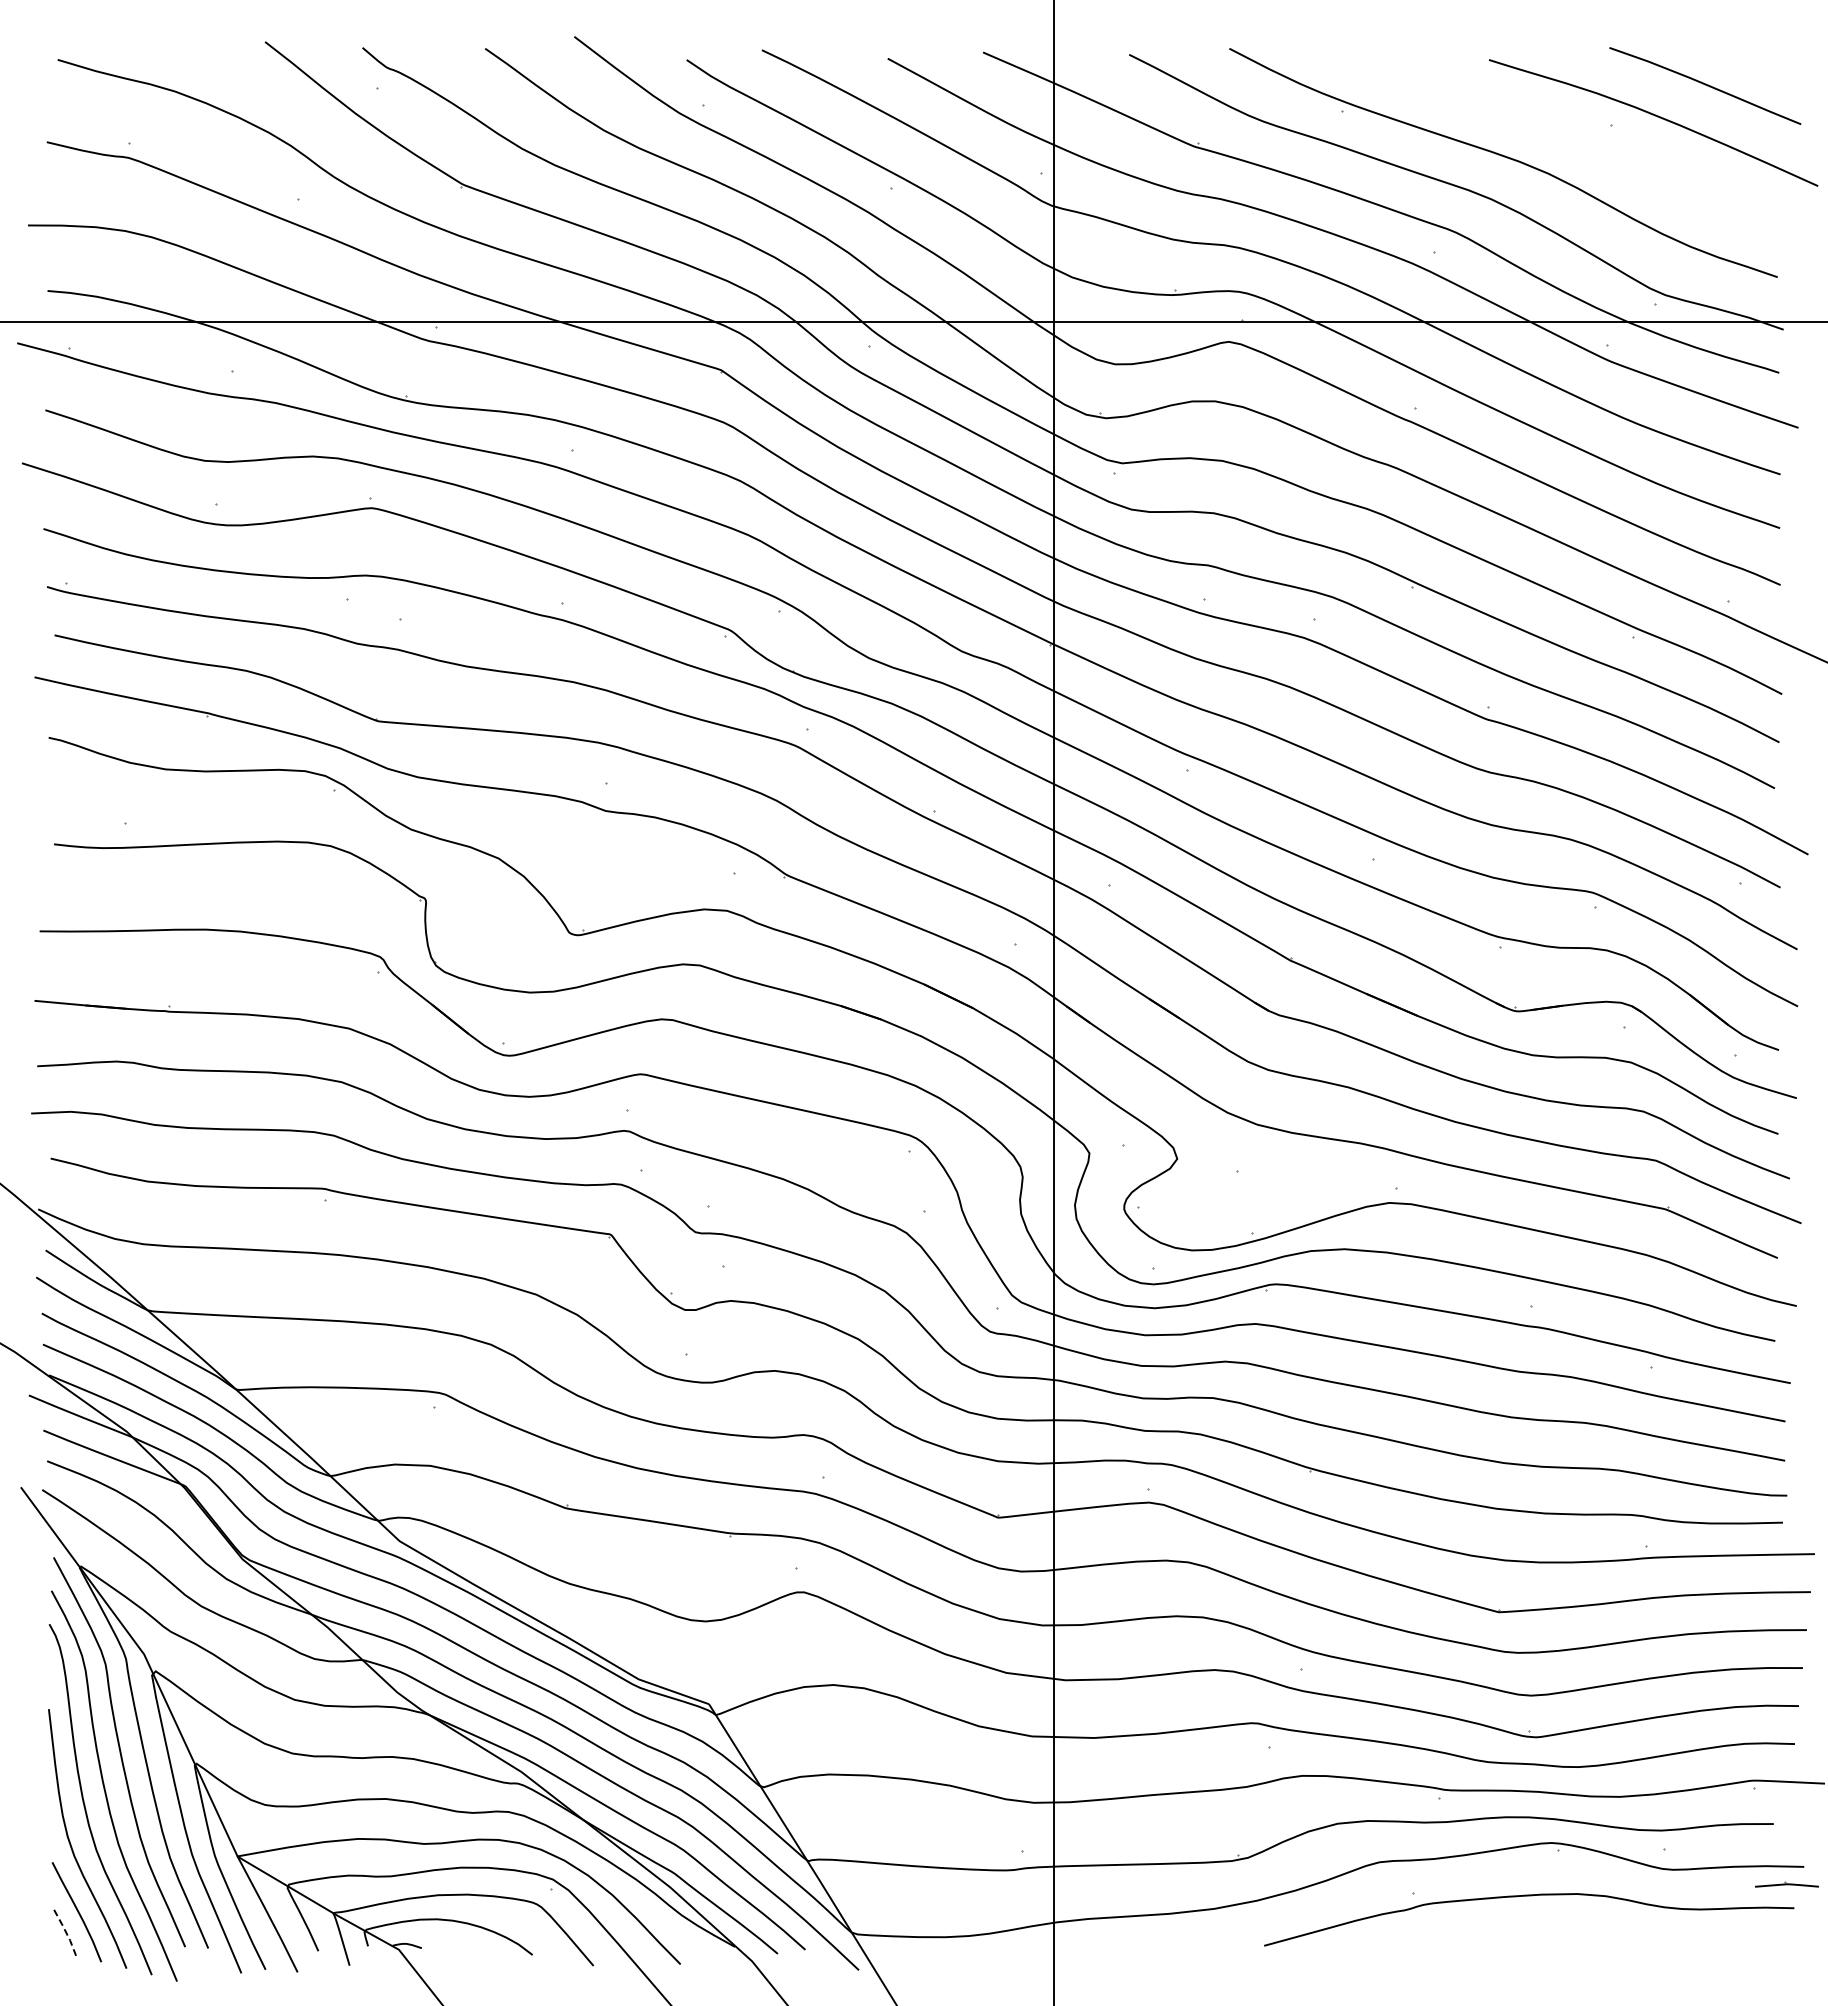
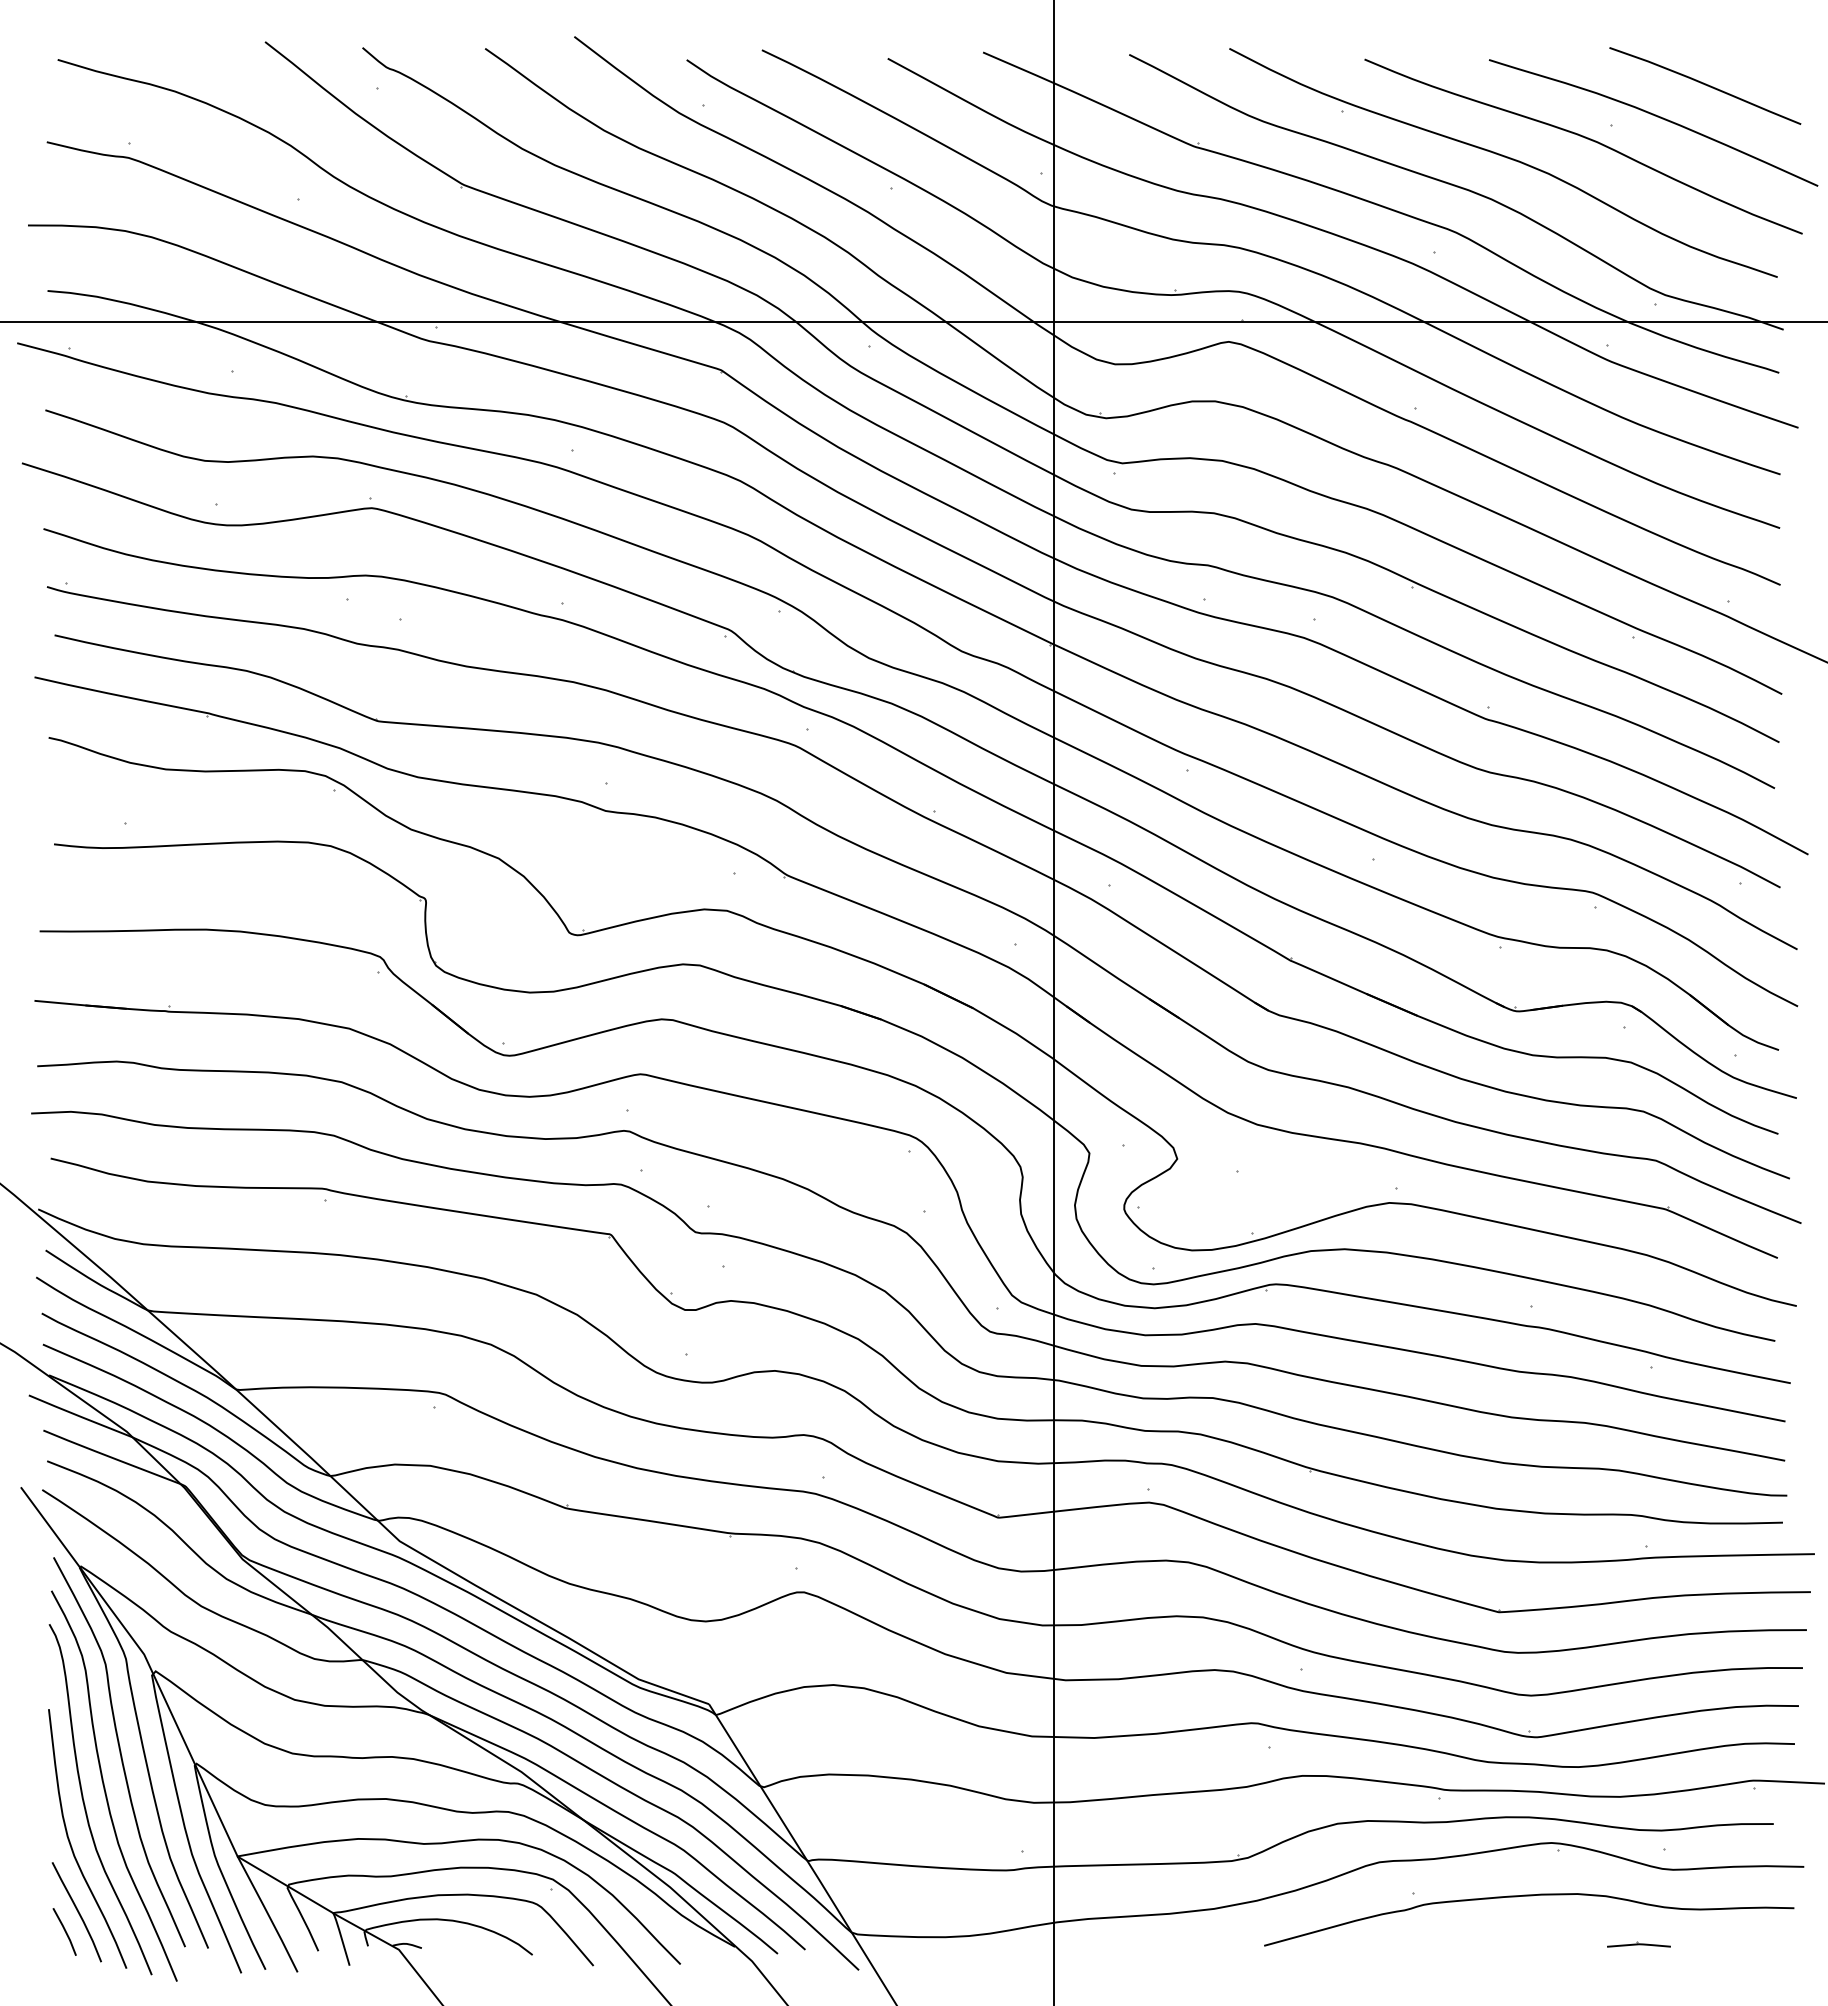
curve at (1584, 138): none -> present
part at (1786, 1884) position: (1786, 1884) -> (1638, 1944)
line at (65, 1930): dashed -> solid
